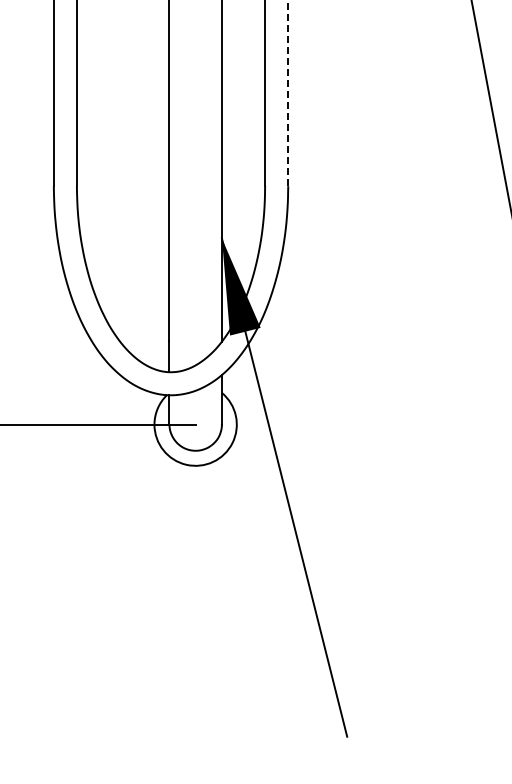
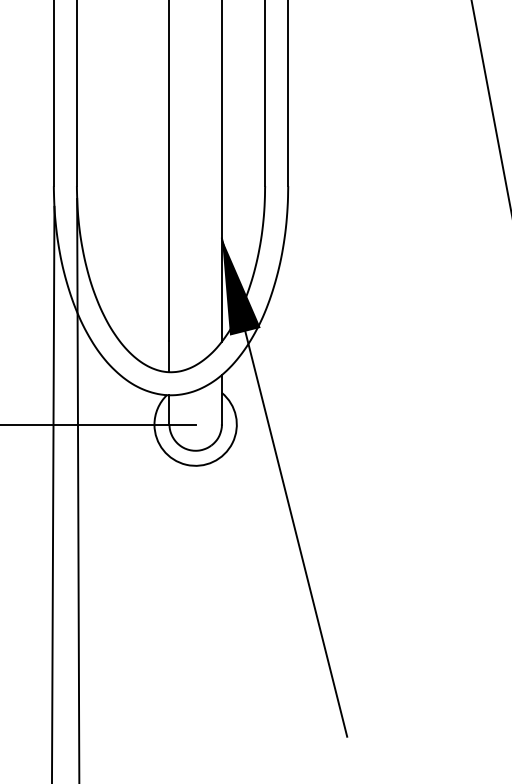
line at (288, 93): dashed -> solid
line at (78, 489): none -> present
line at (52, 493): none -> present
